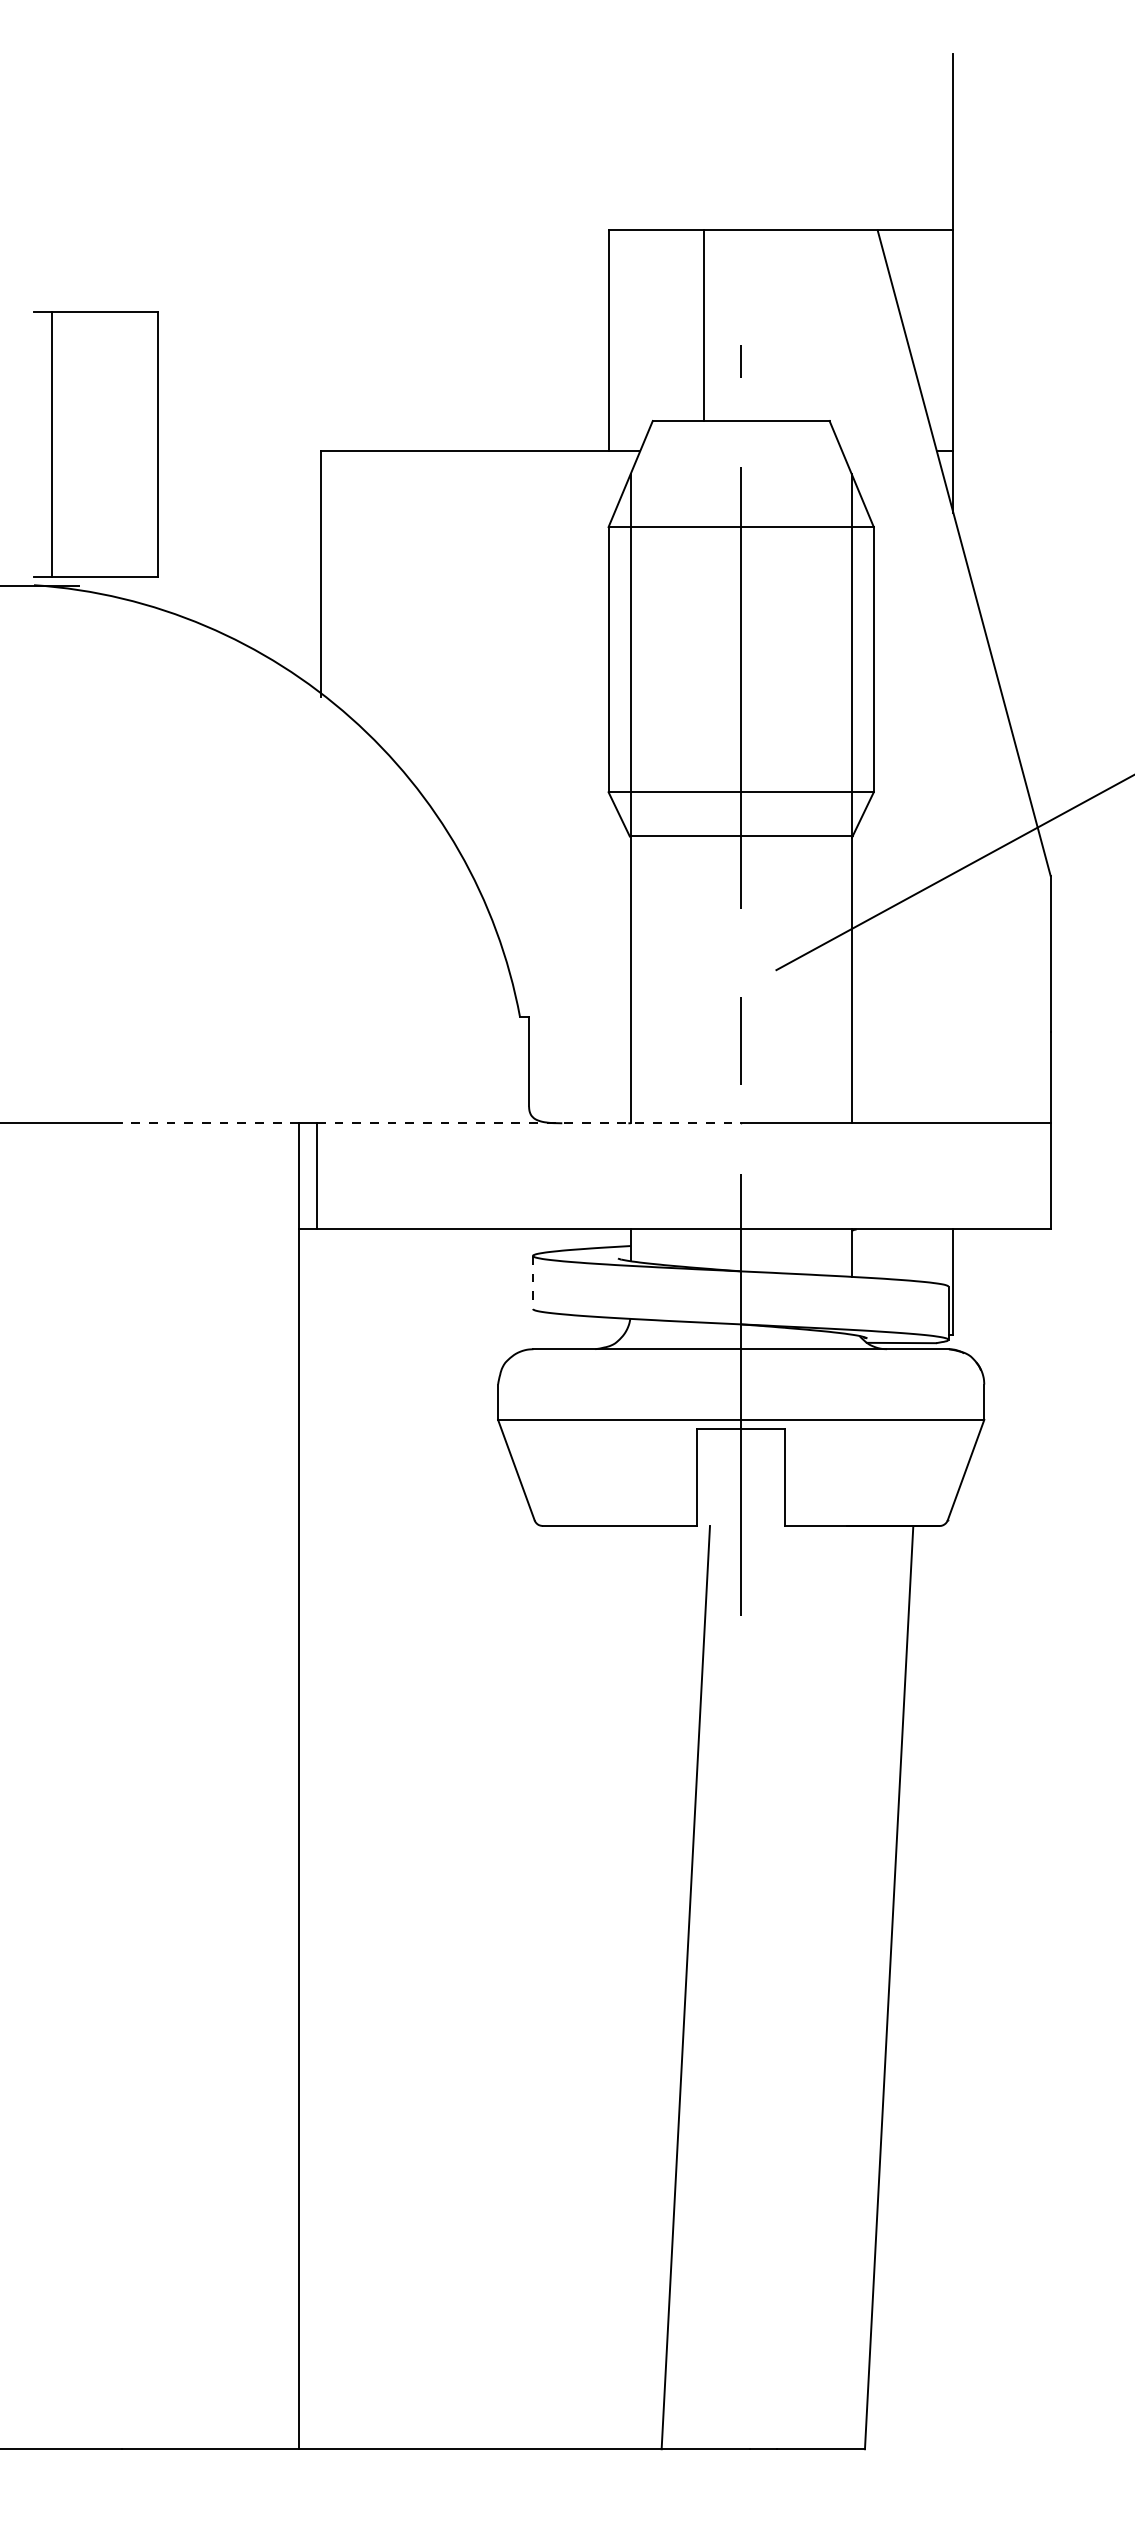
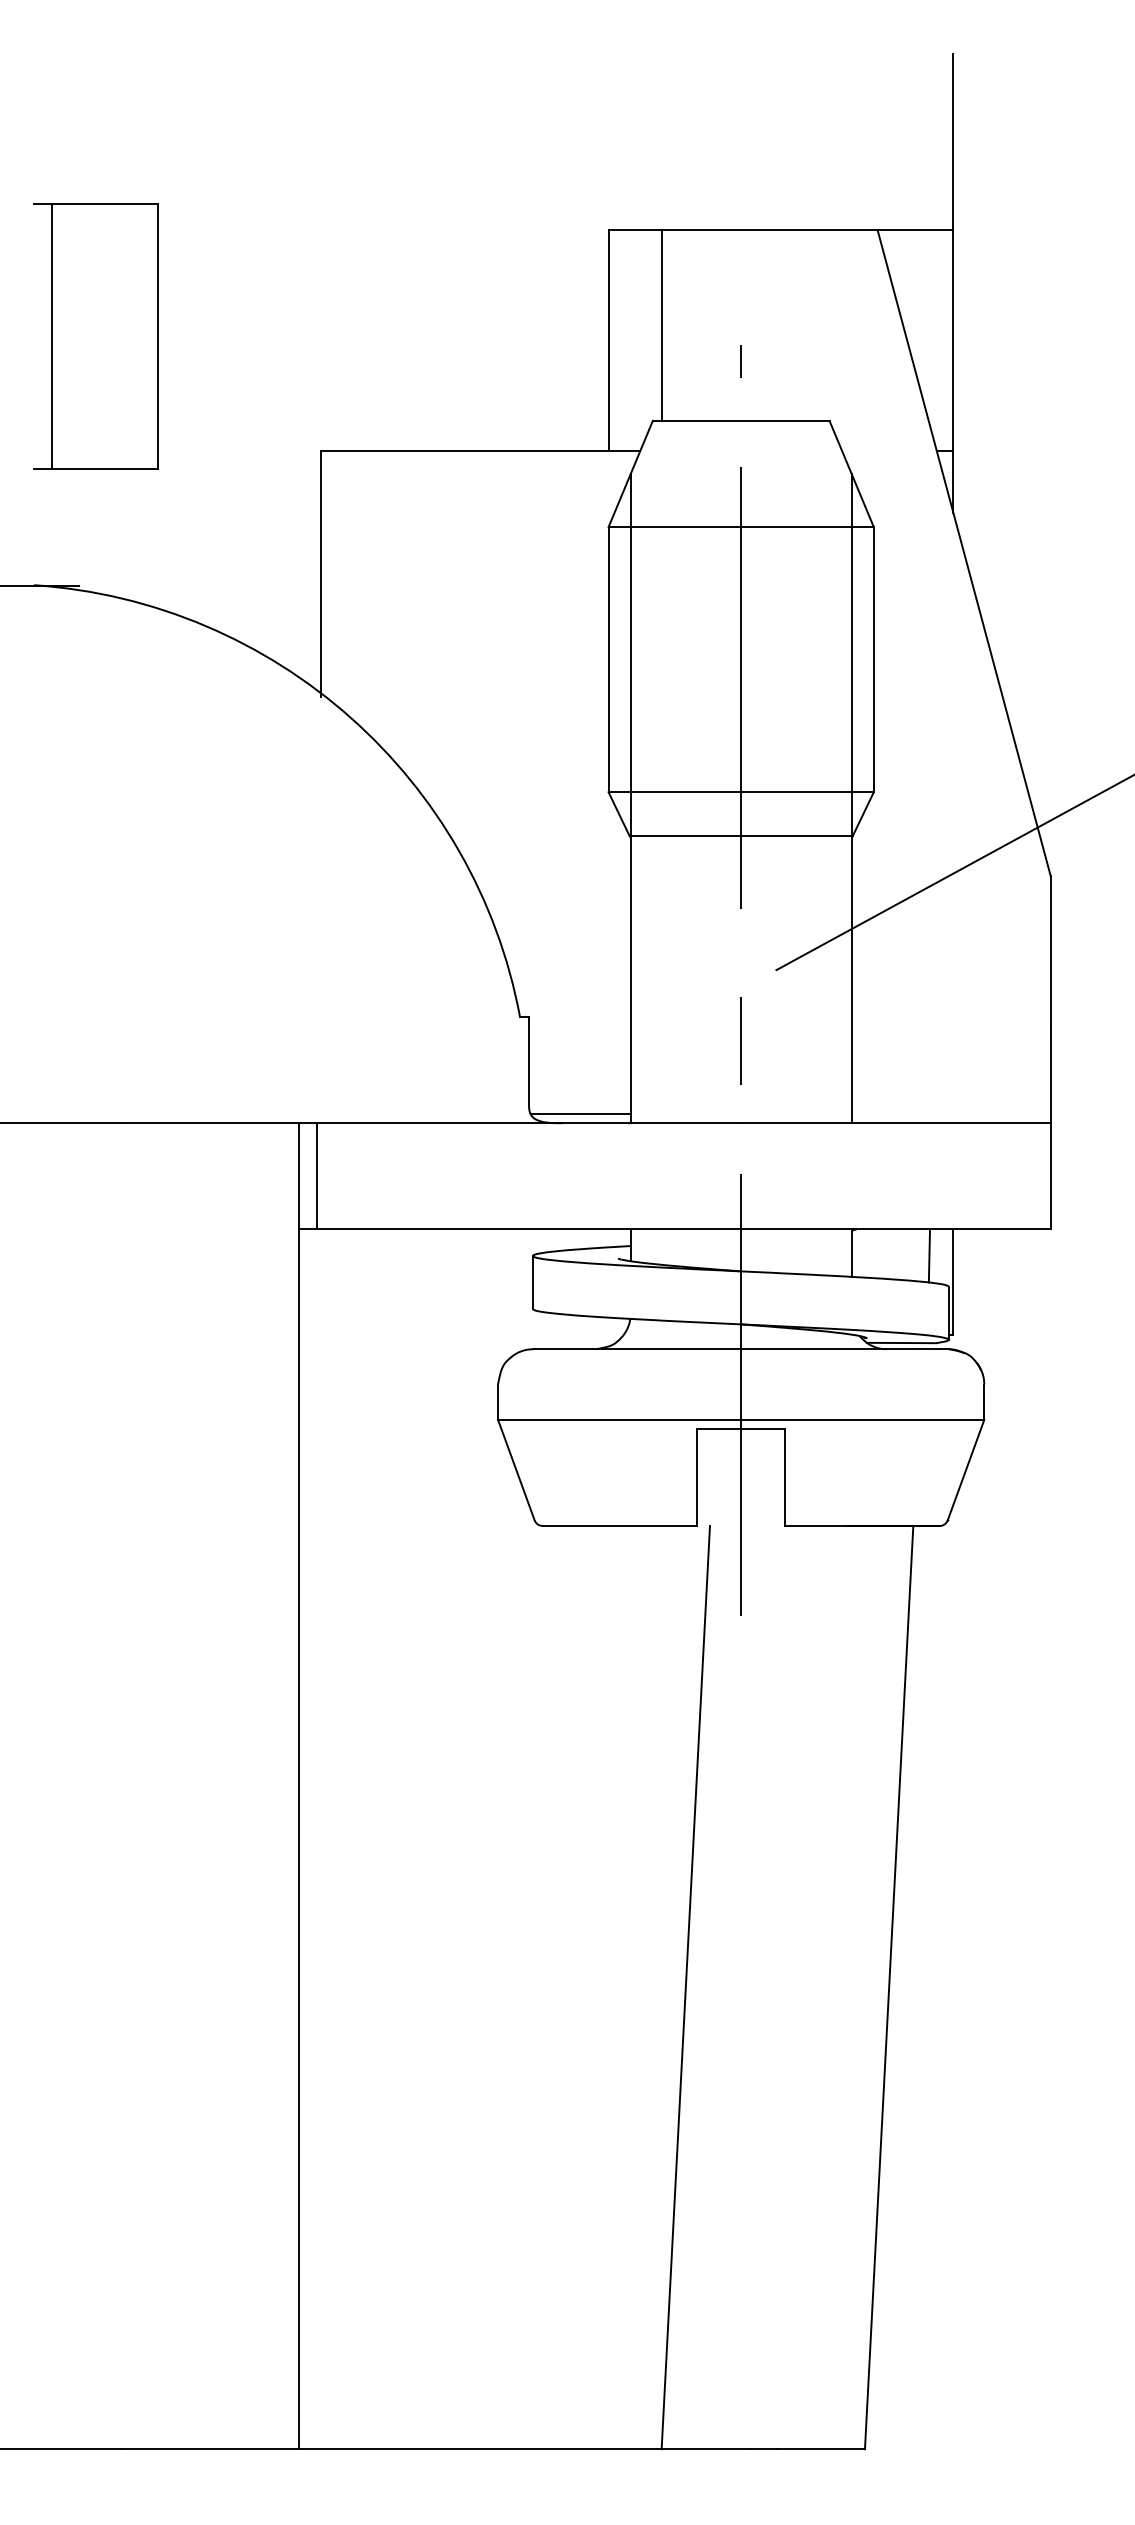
line at (703, 325) position: (703, 325) -> (661, 325)
part at (95, 444) position: (95, 444) -> (95, 336)
line at (580, 1114): none -> present
line at (210, 1123): dashed -> solid
line at (529, 1123): dashed -> solid
line at (929, 1255): none -> present
line at (533, 1282): dashed -> solid
